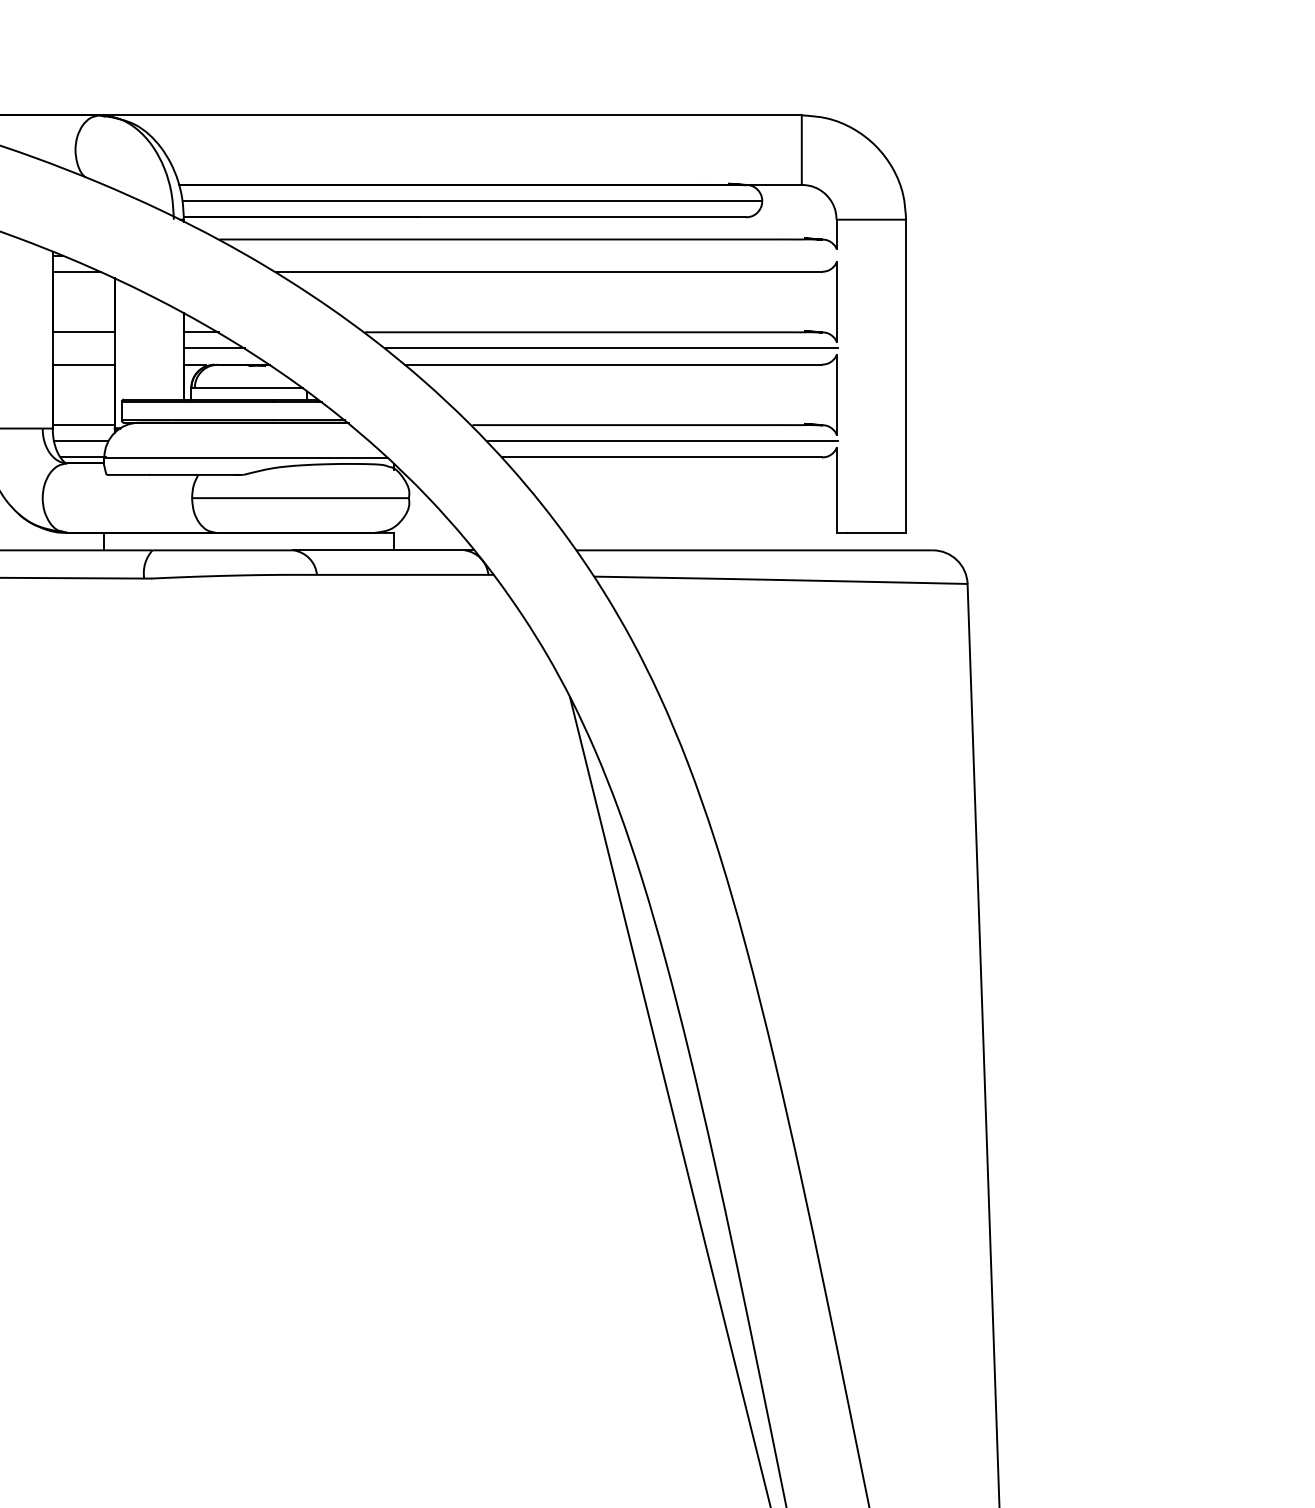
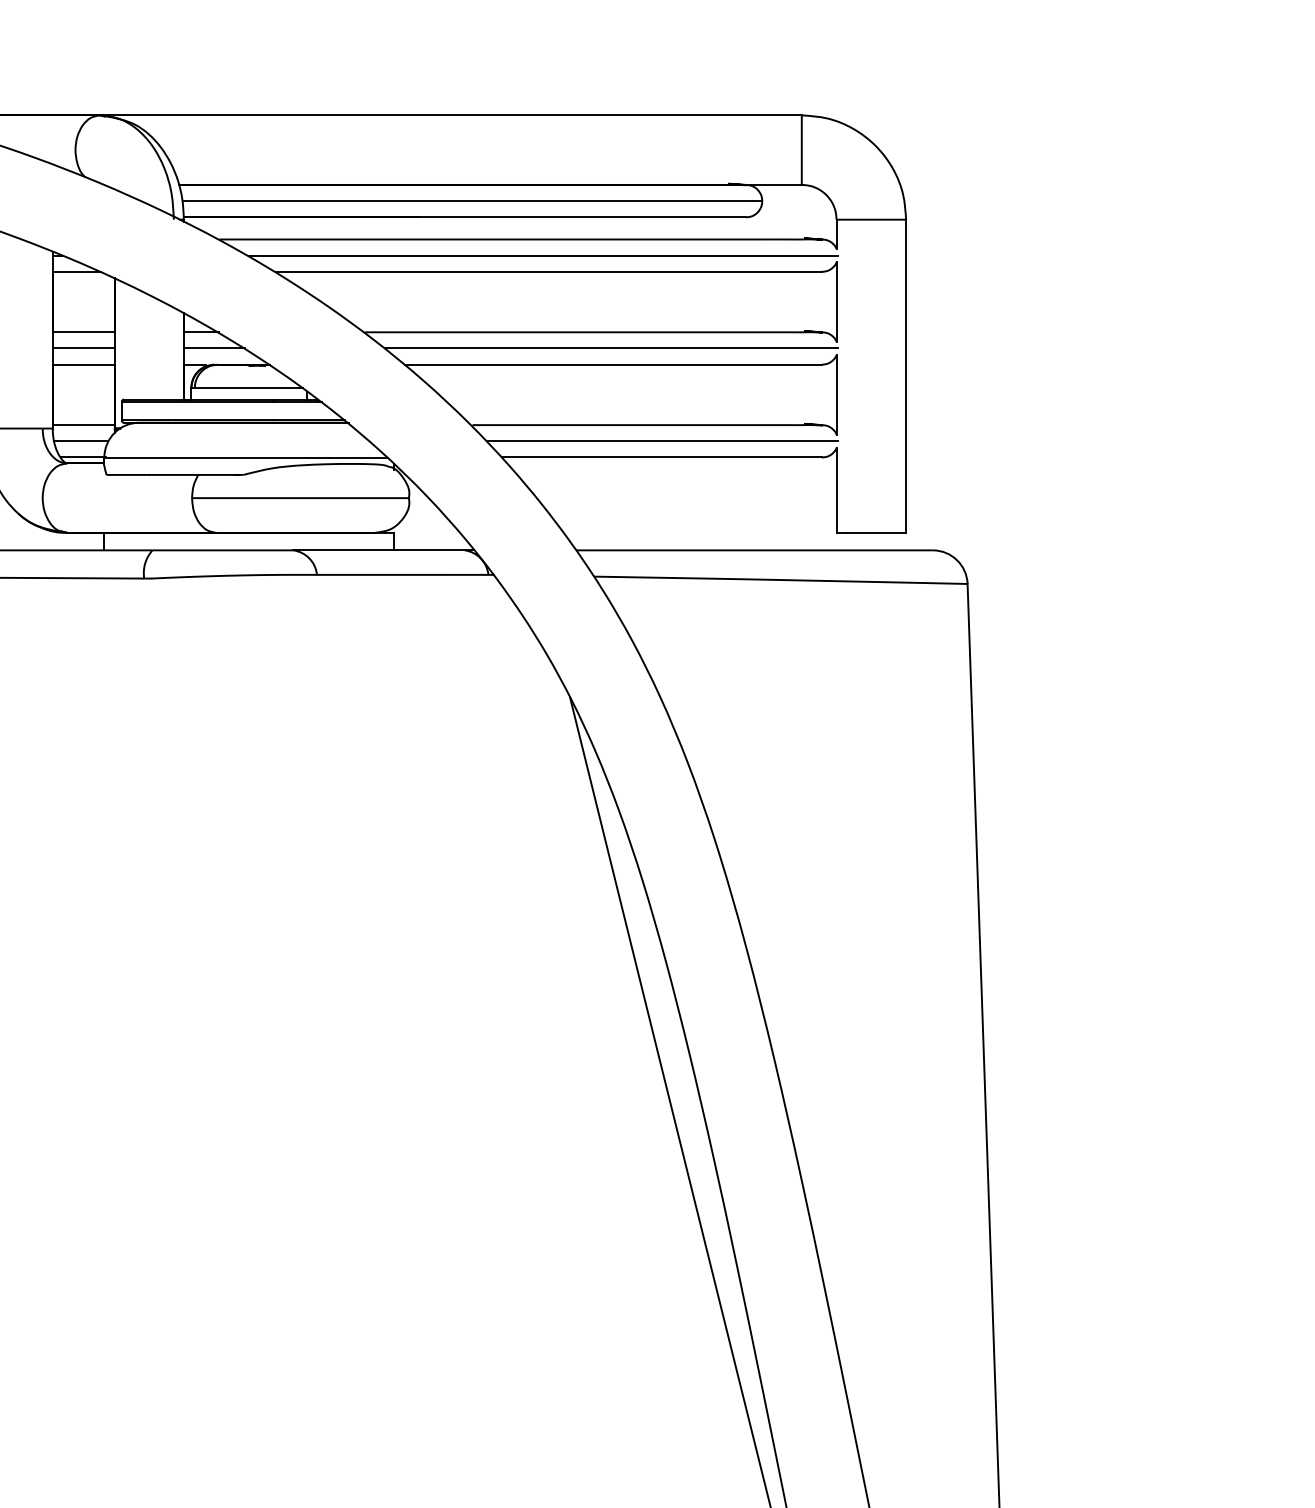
line at (543, 255): none -> present
line at (83, 348): none -> present
